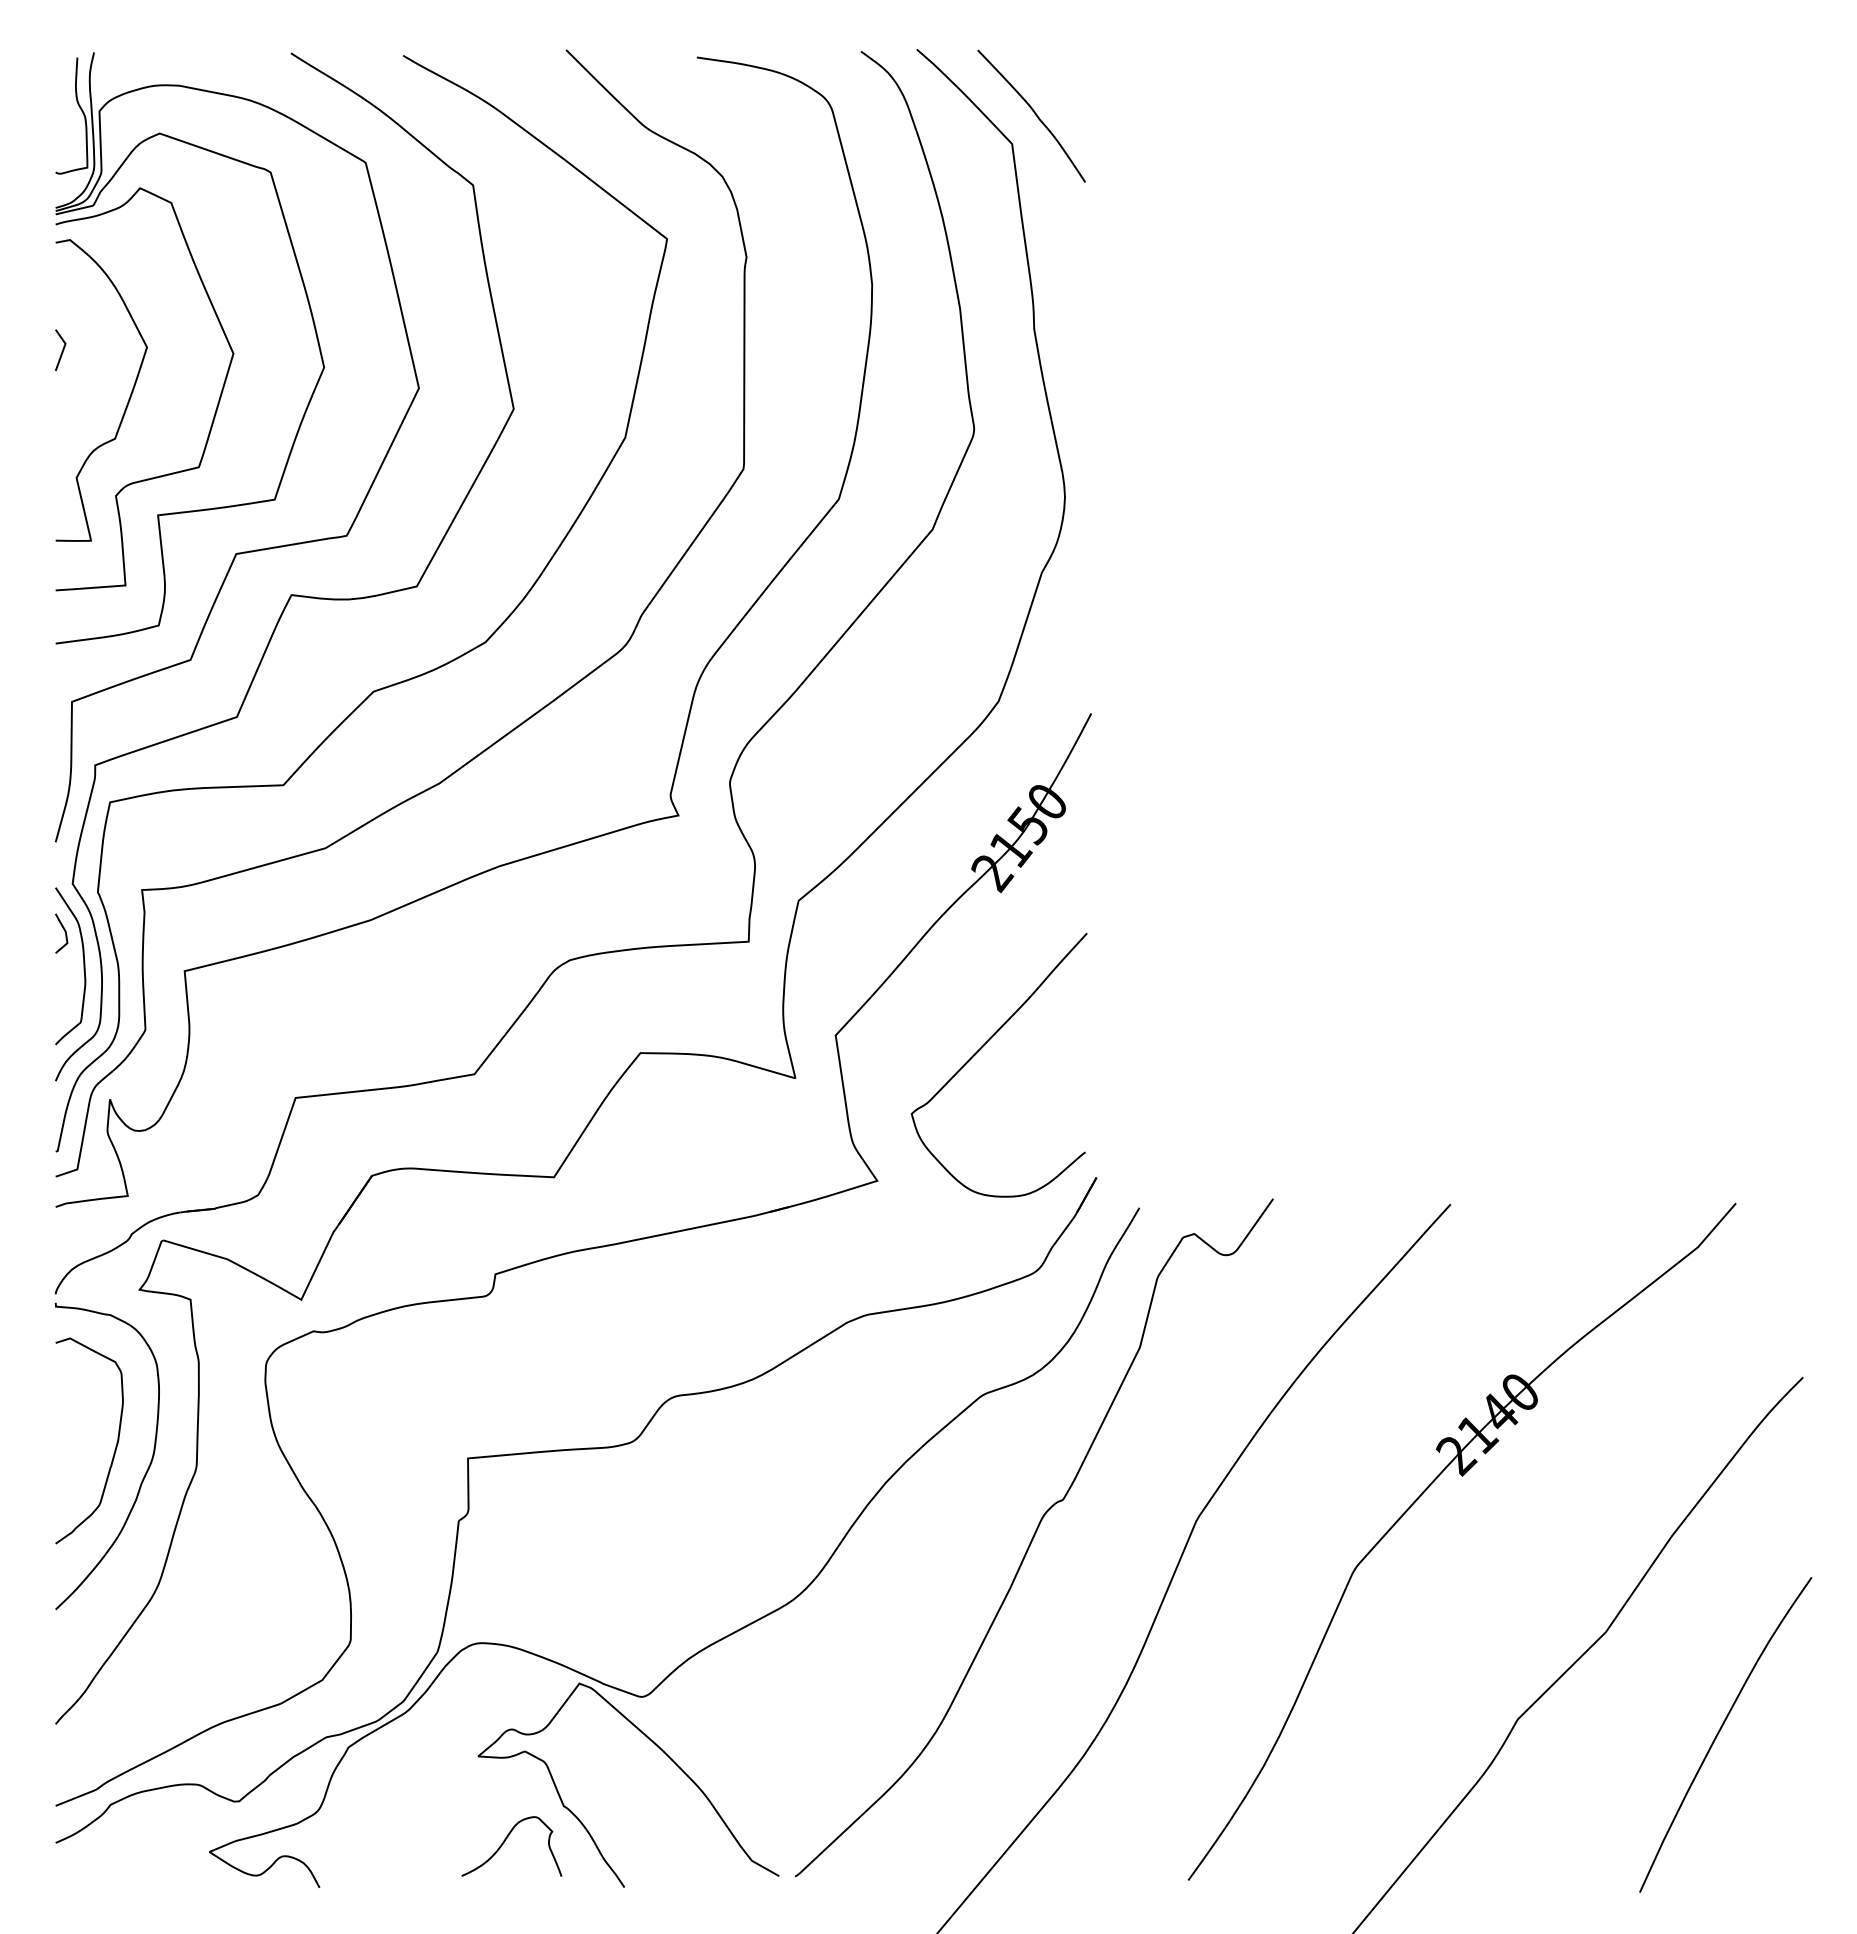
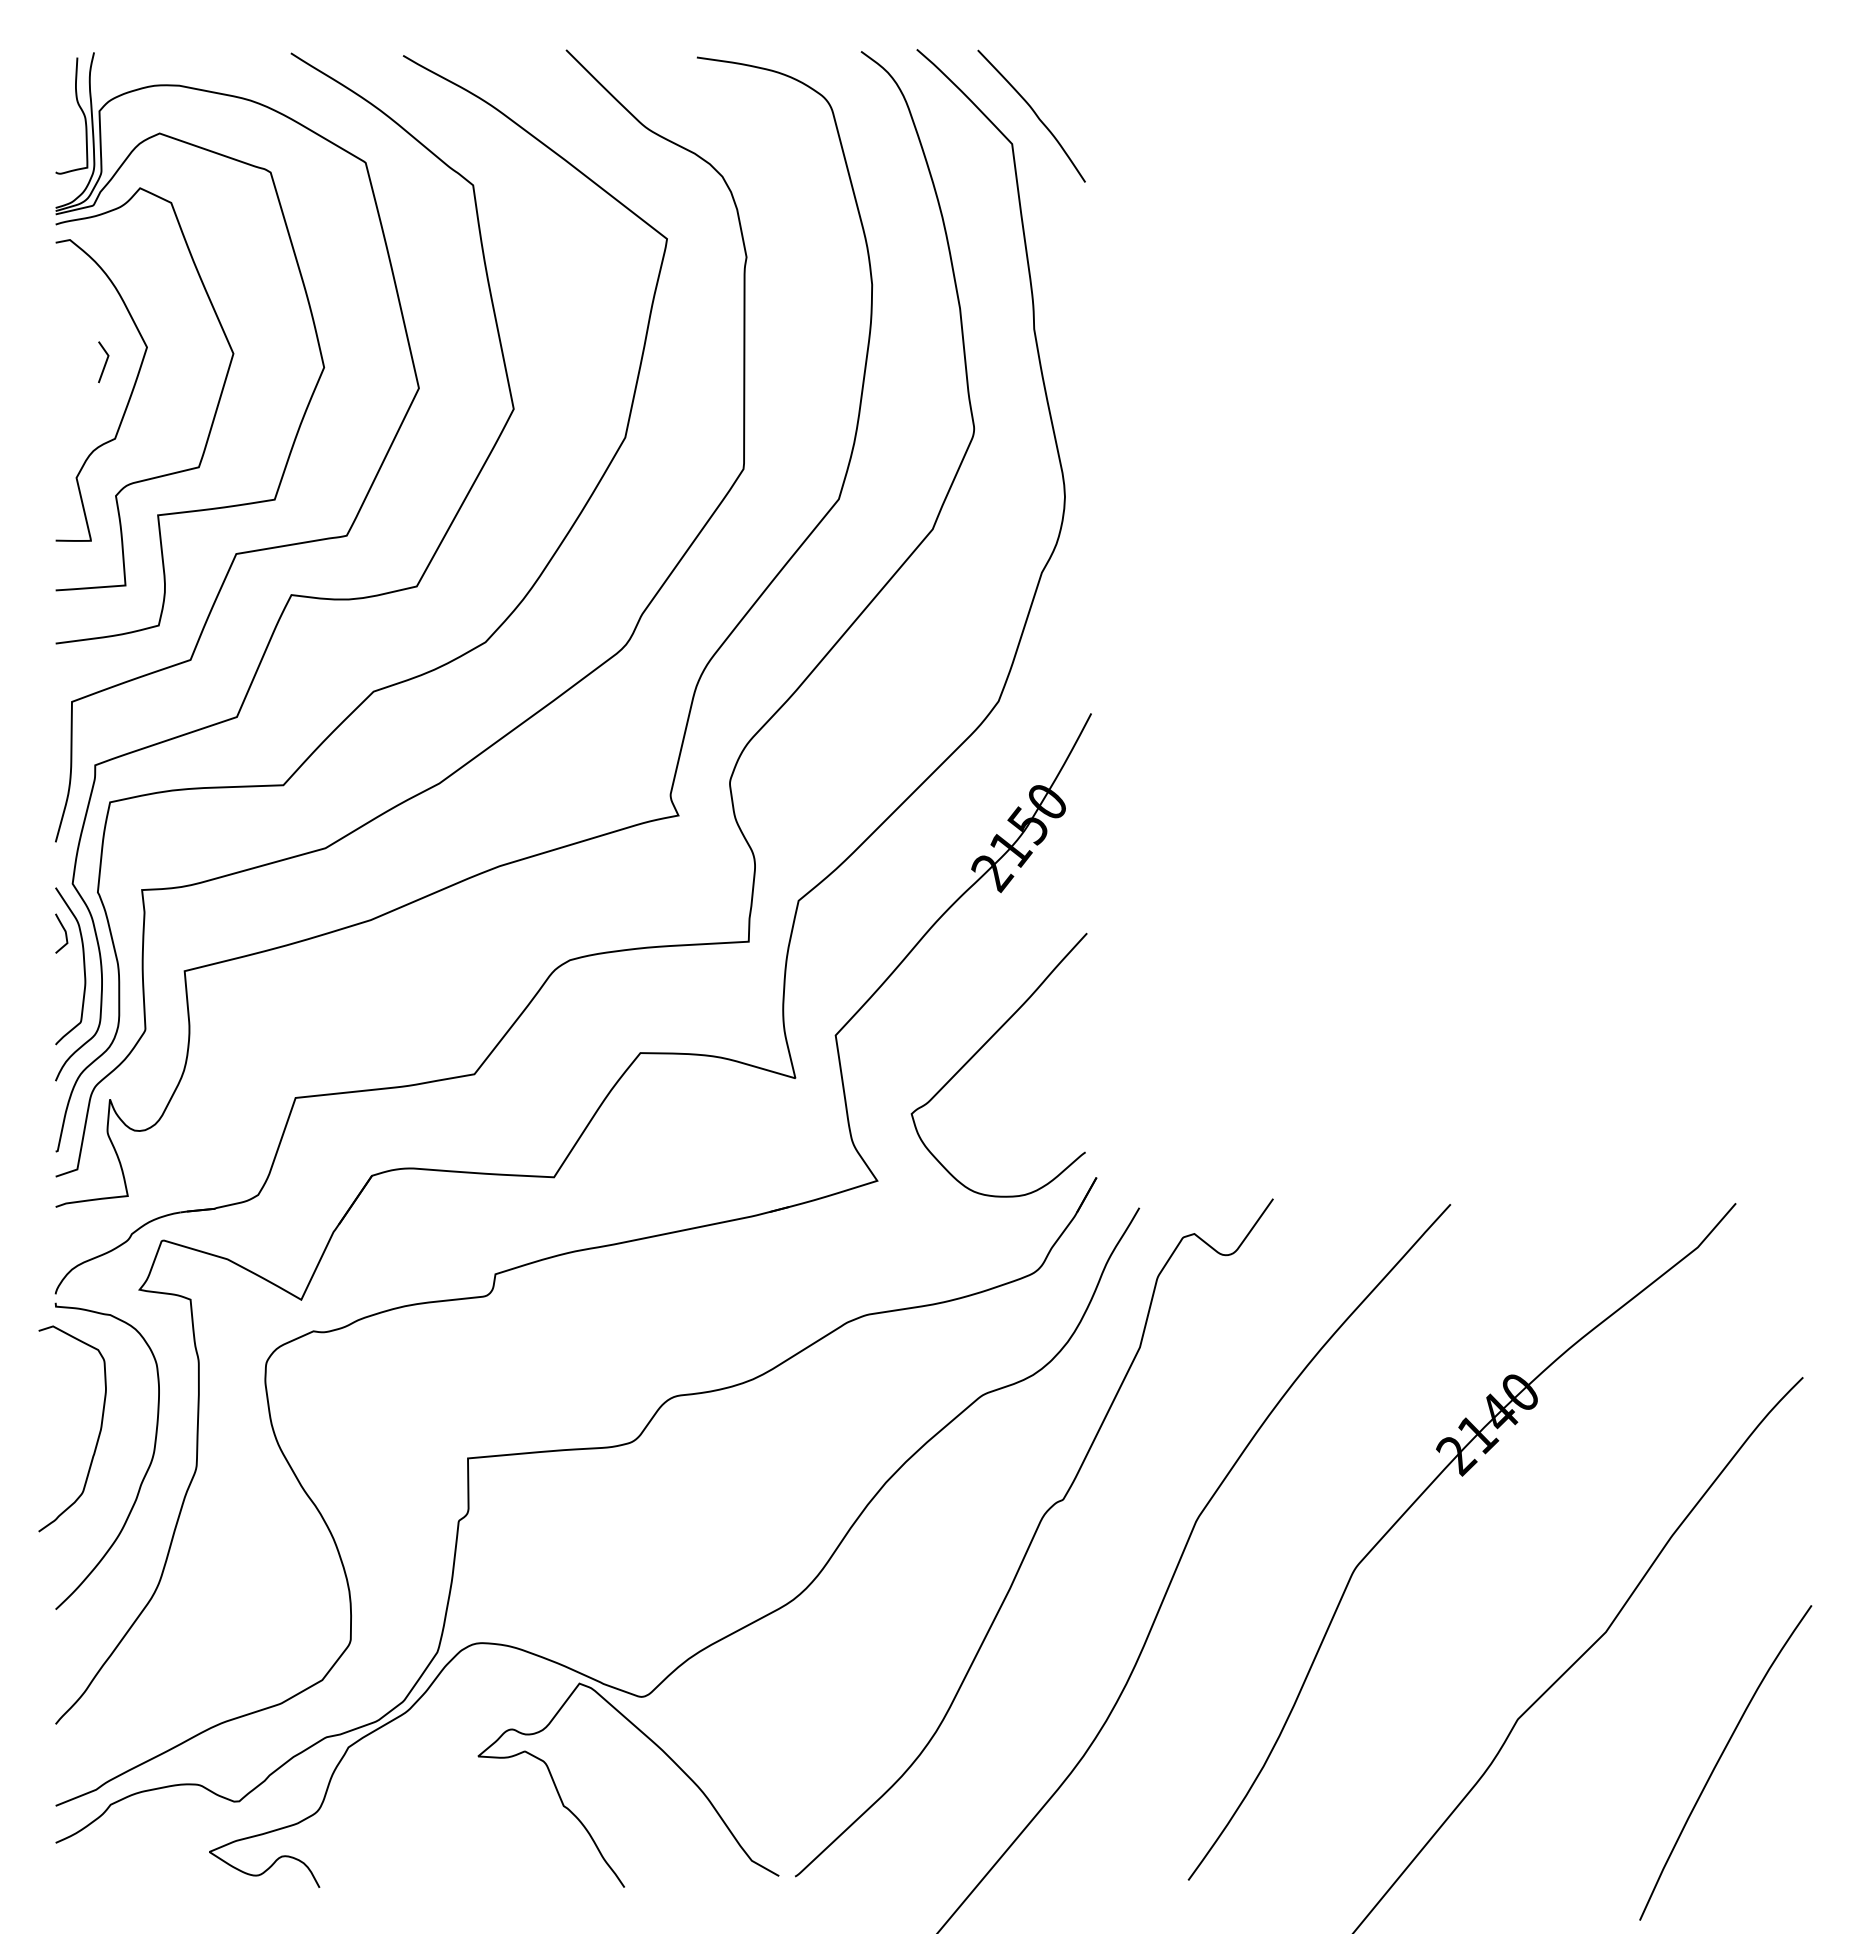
line at (61, 351) position: (61, 351) -> (104, 363)
curve at (114, 1449) position: (114, 1449) -> (97, 1437)
curve at (1720, 1731) position: (1720, 1731) -> (1720, 1759)
curve at (505, 1841): present -> none
